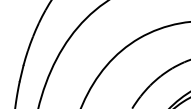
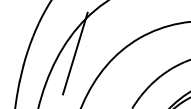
line at (75, 53): none -> present
